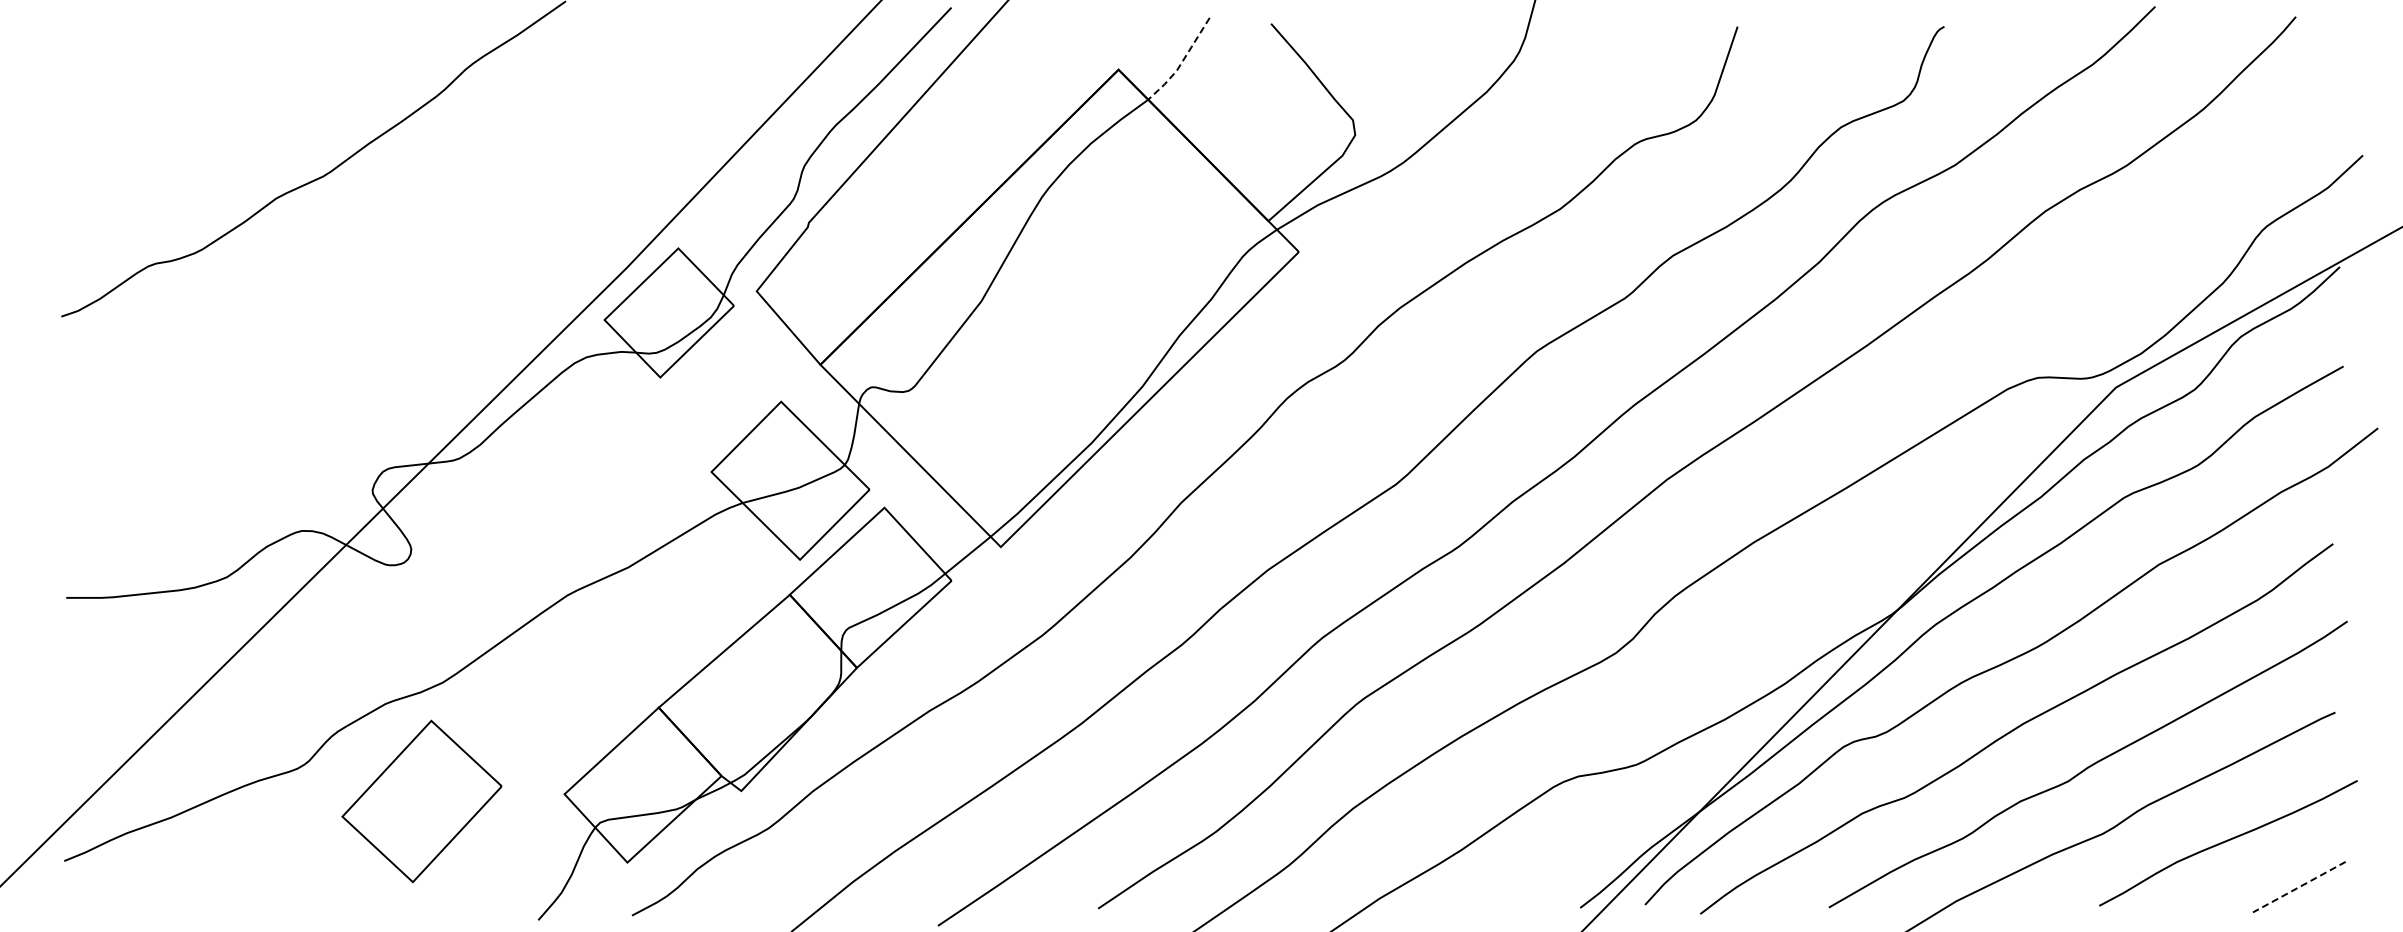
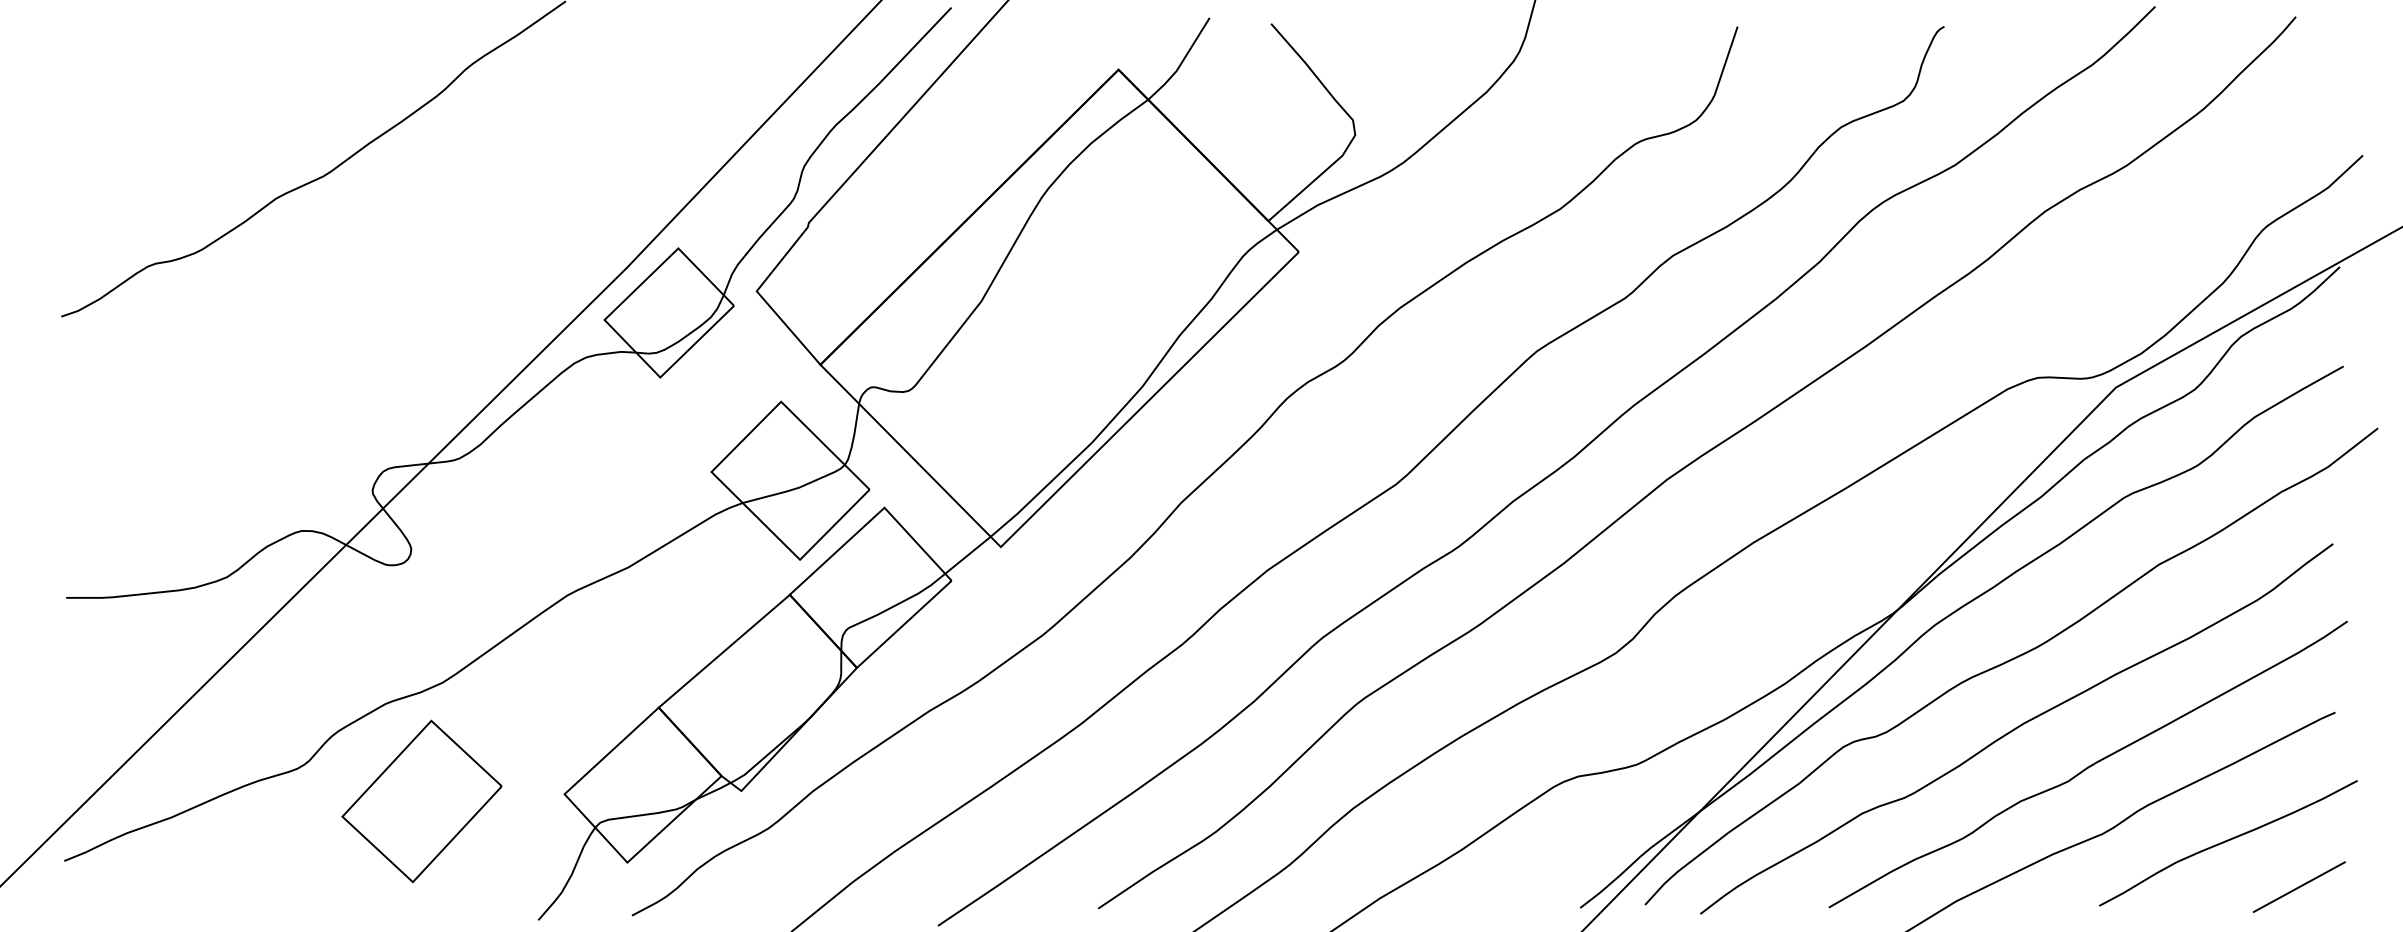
line at (1181, 63): dashed -> solid
line at (2299, 887): dashed -> solid
